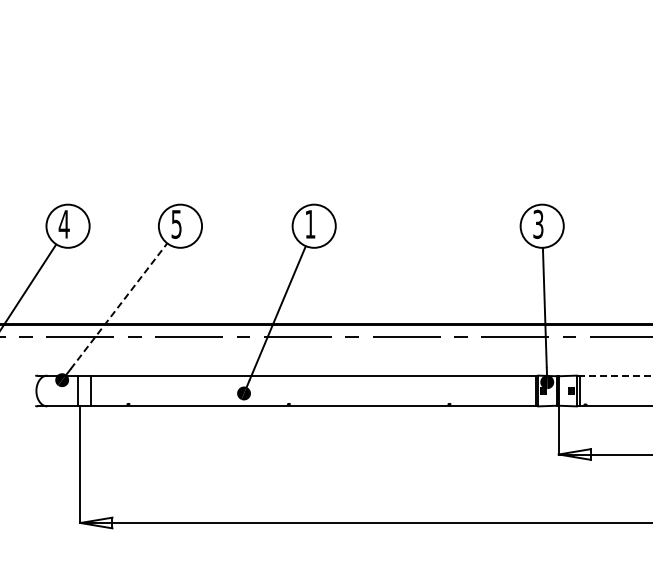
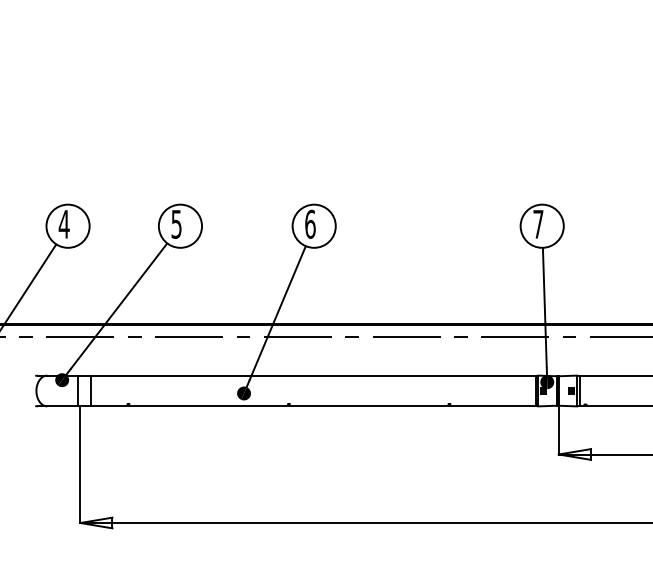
text at (310, 223): 1 -> 6
text at (538, 223): 3 -> 7
line at (119, 305): dashed -> solid
line at (615, 376): dashed -> solid
